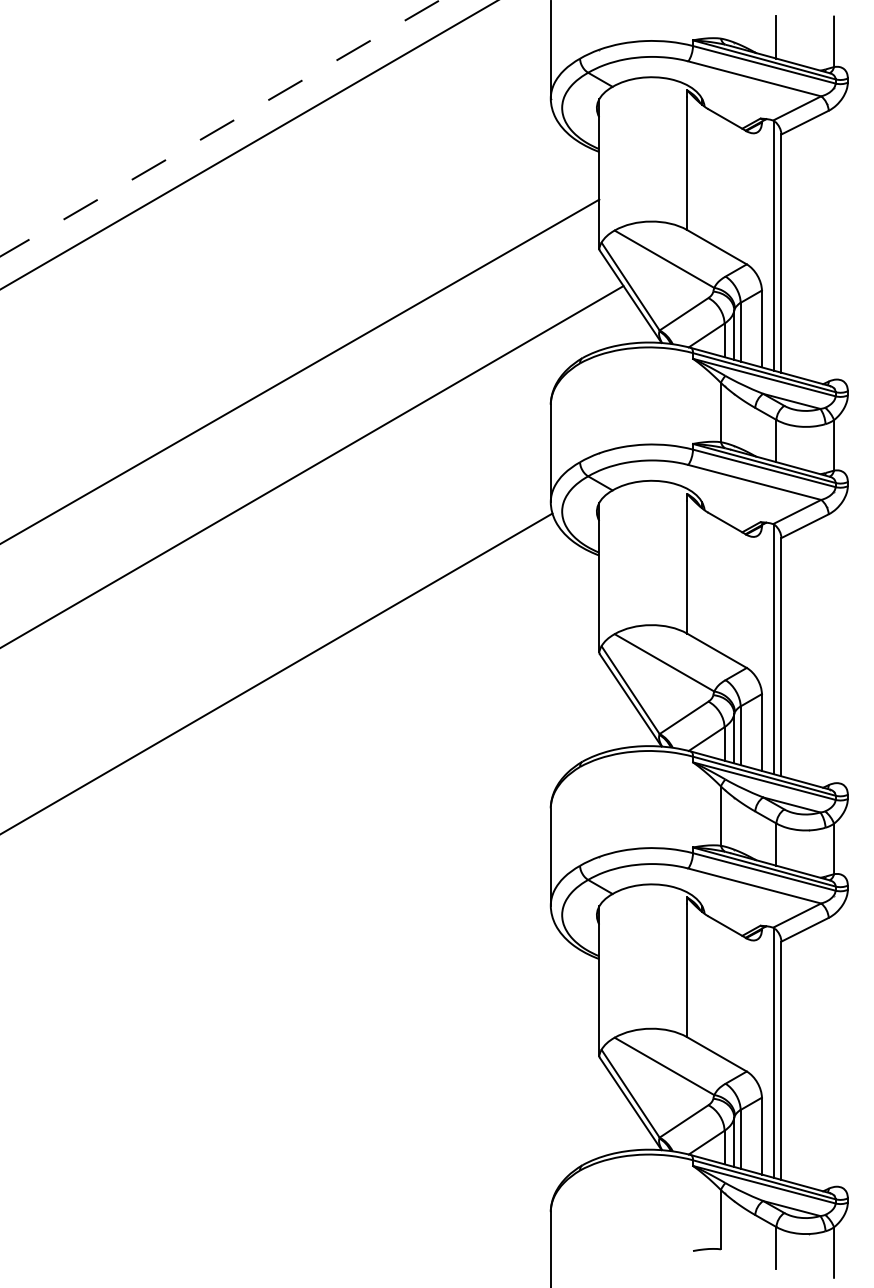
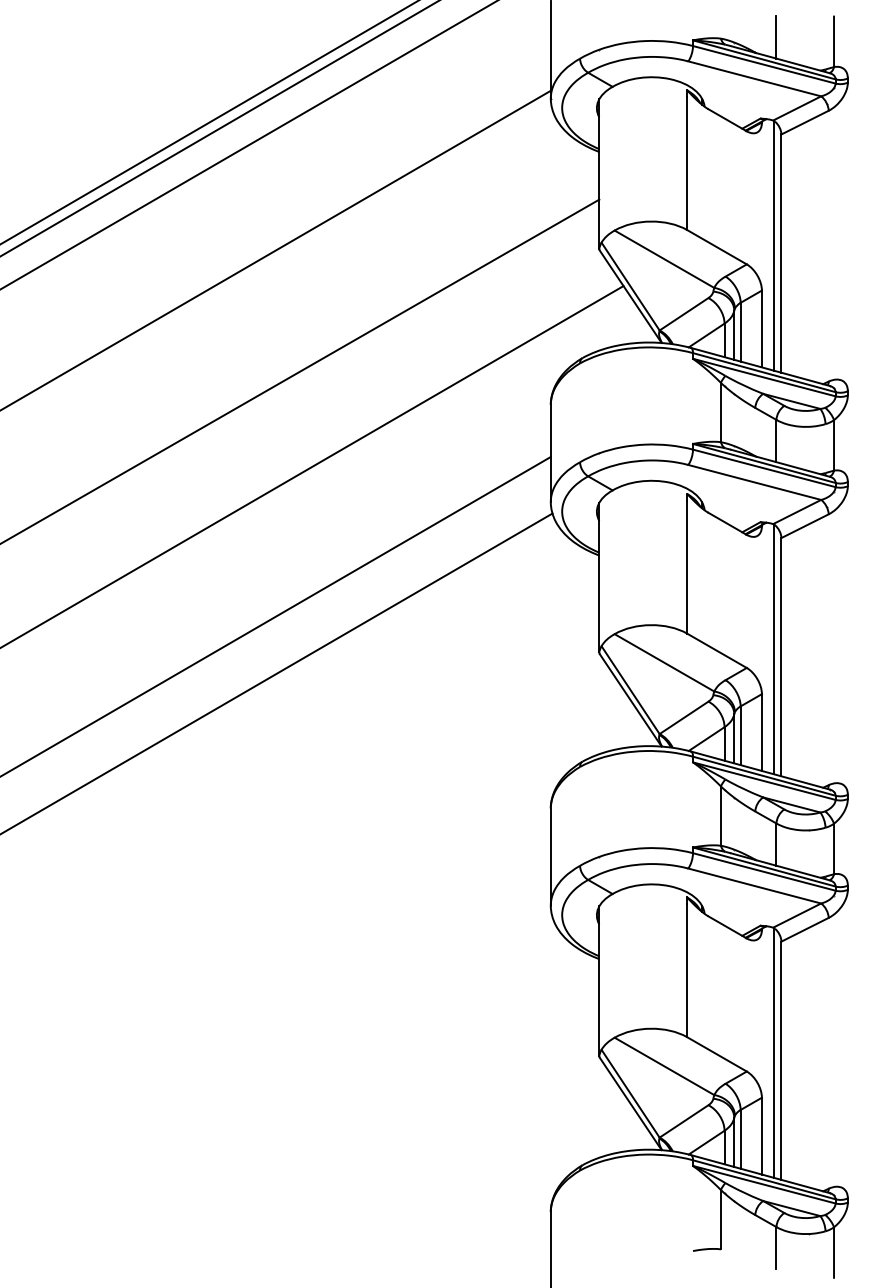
line at (208, 122): none -> present
line at (220, 128): dashed -> solid
line at (276, 249): none -> present
line at (276, 616): none -> present
